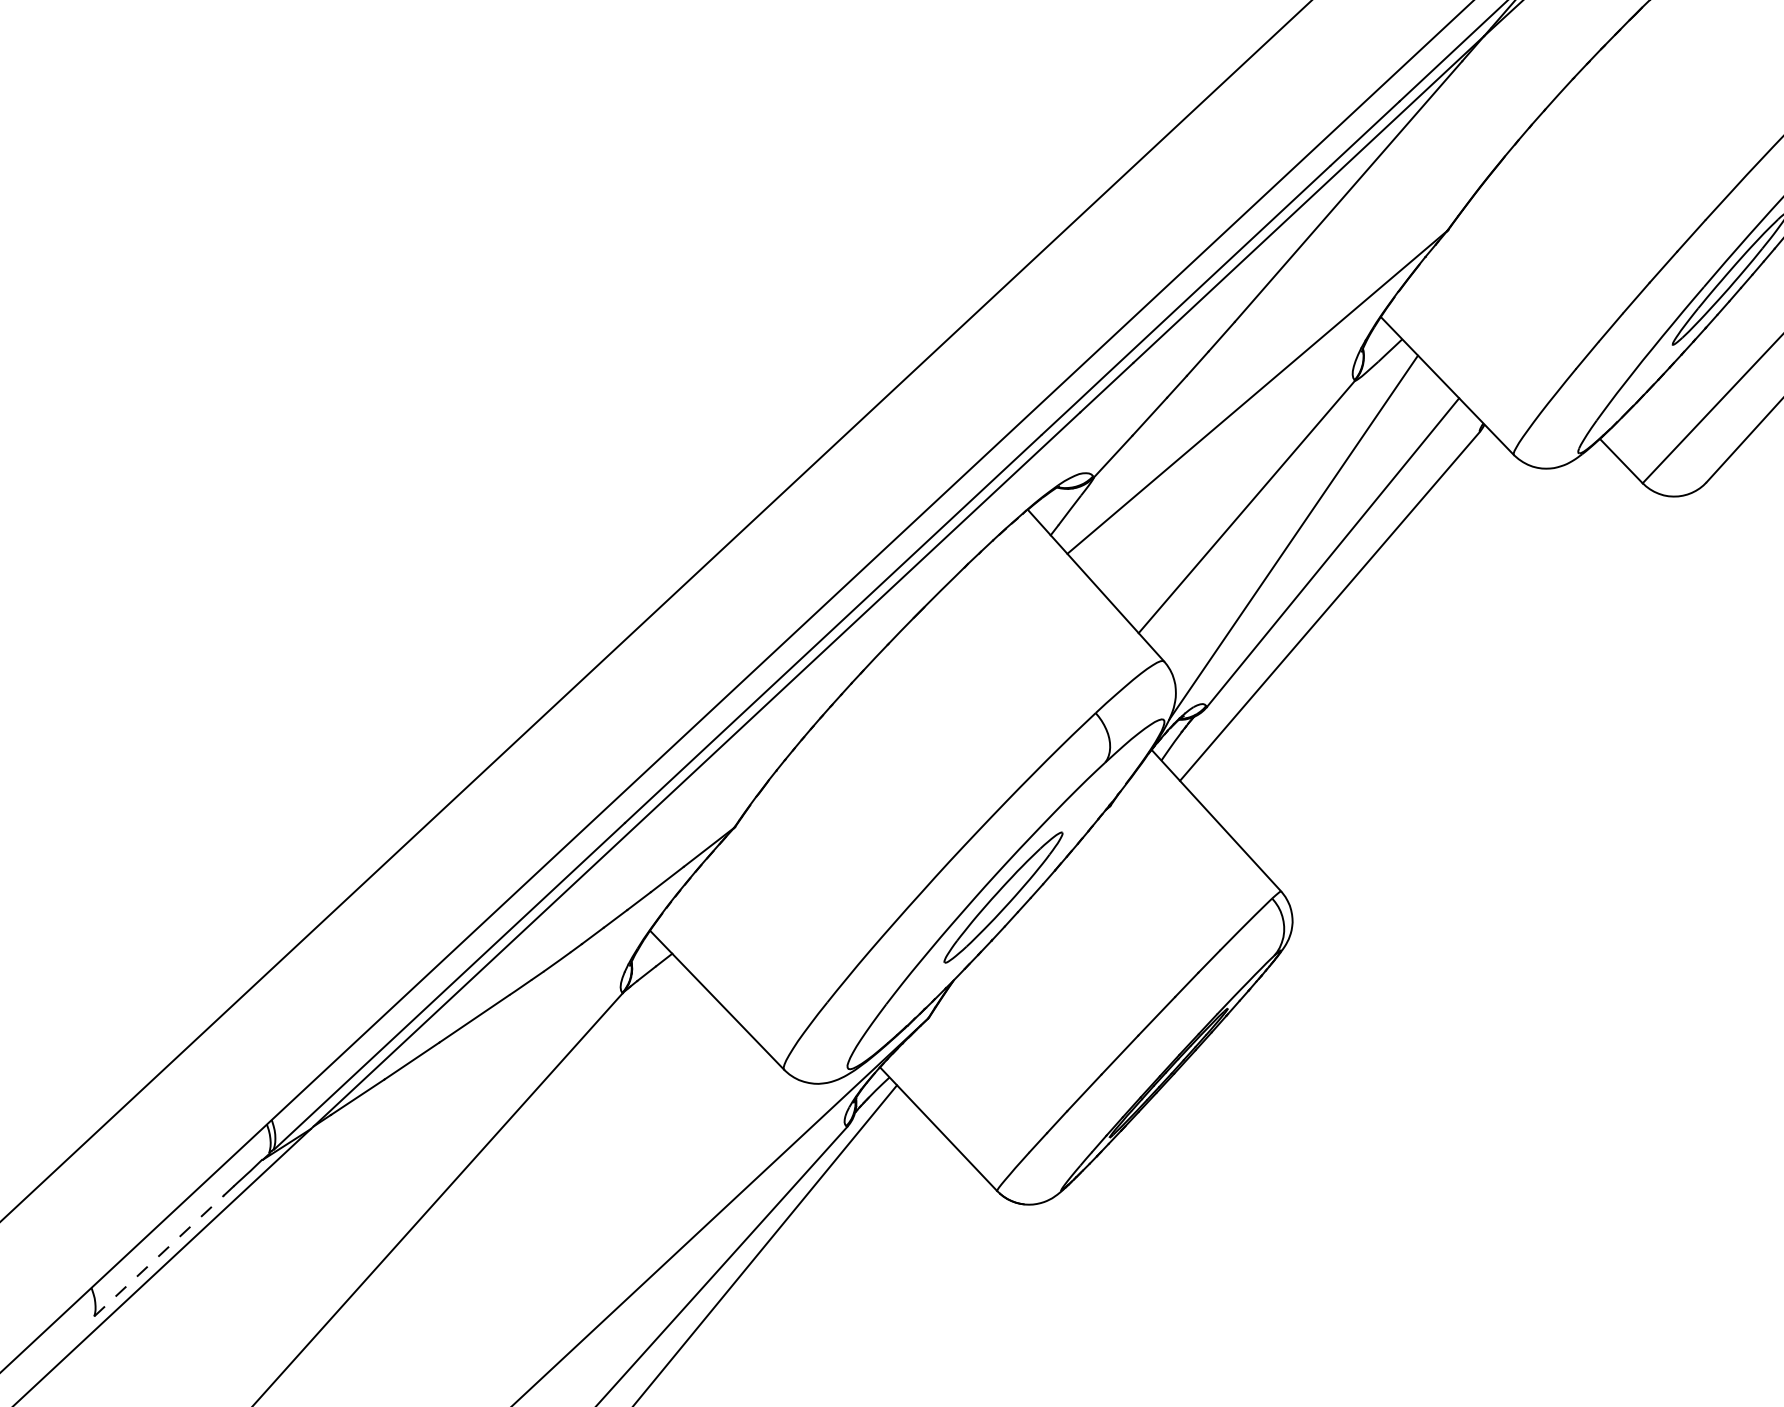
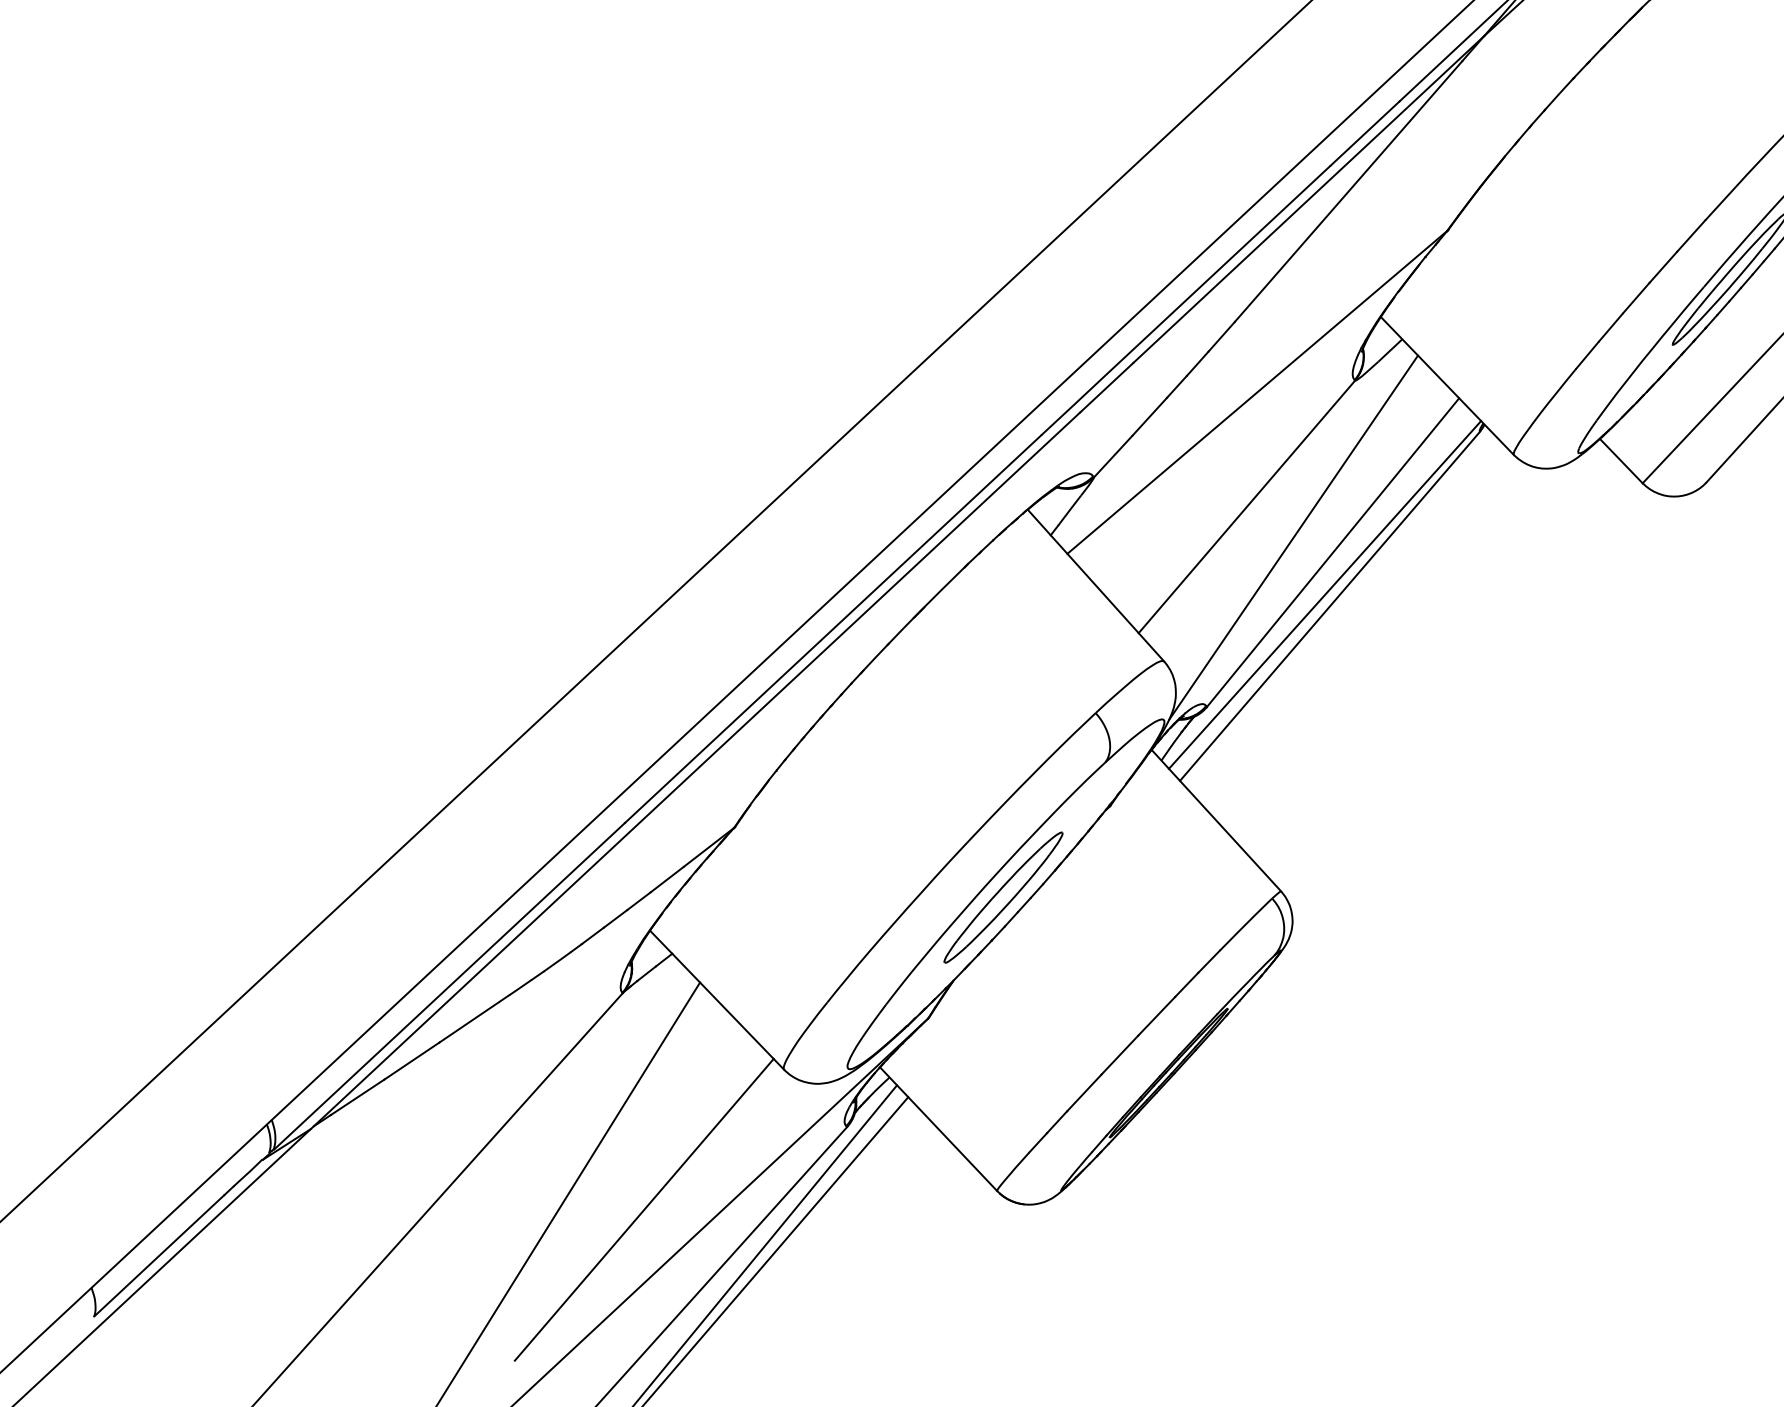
line at (1324, 594): none -> present
line at (569, 1192): none -> present
line at (643, 1209): none -> present
line at (776, 1250): none -> present
line at (159, 1255): dashed -> solid
